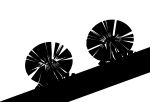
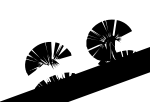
fill at (123, 45): present -> none
fill at (51, 68): present -> none
